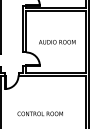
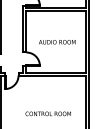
text at (39, 113) position: (39, 113) -> (47, 113)
